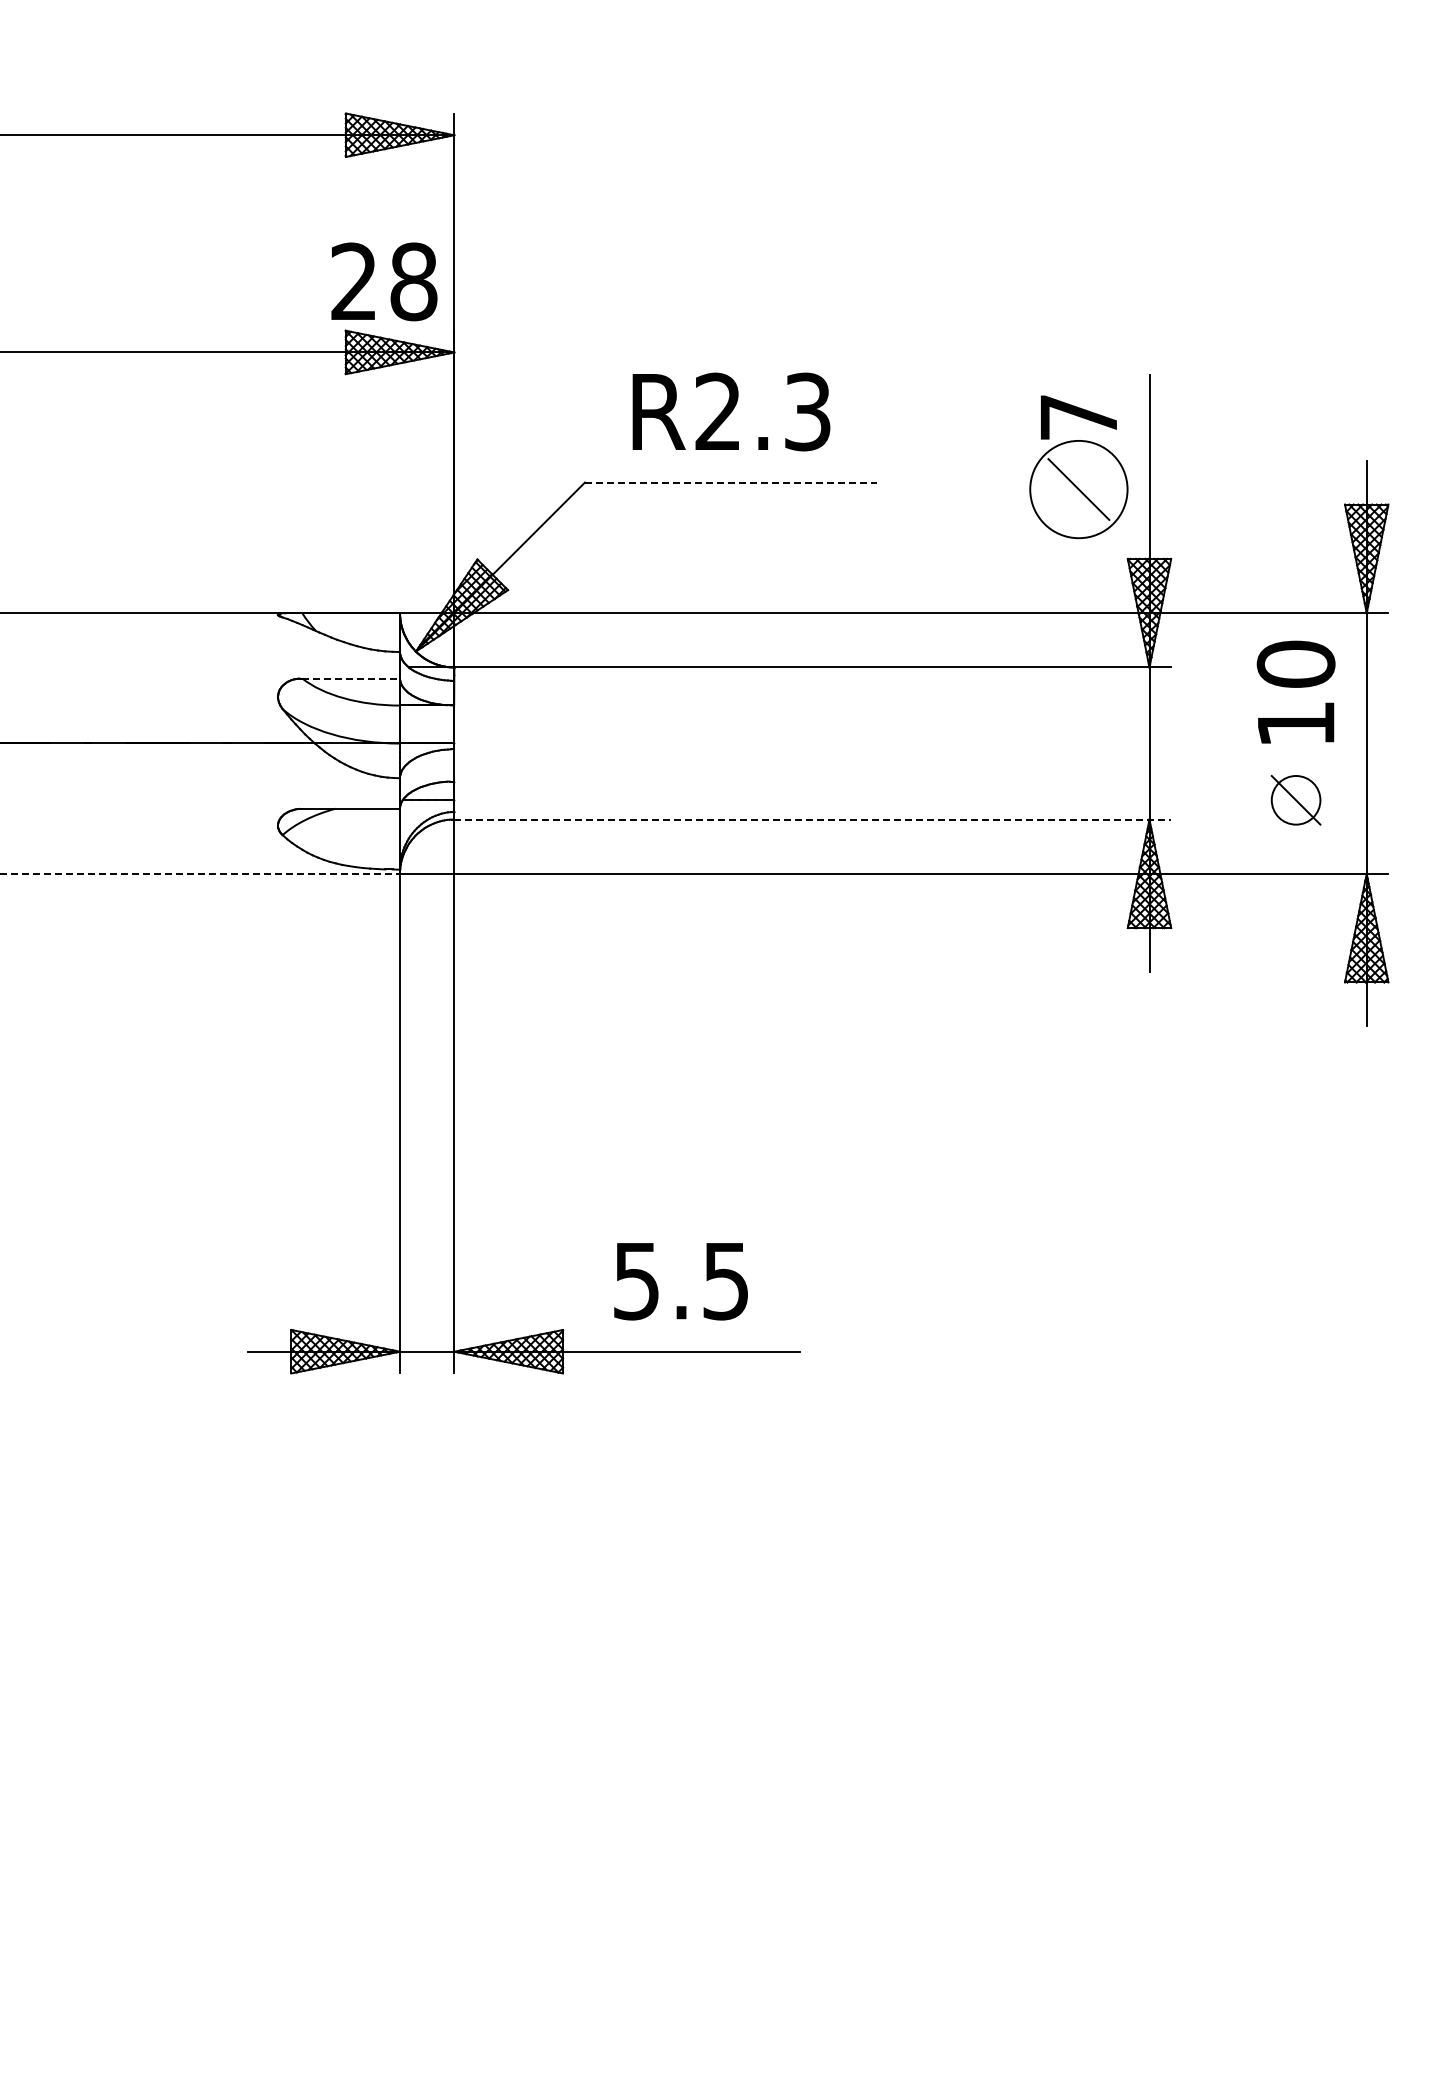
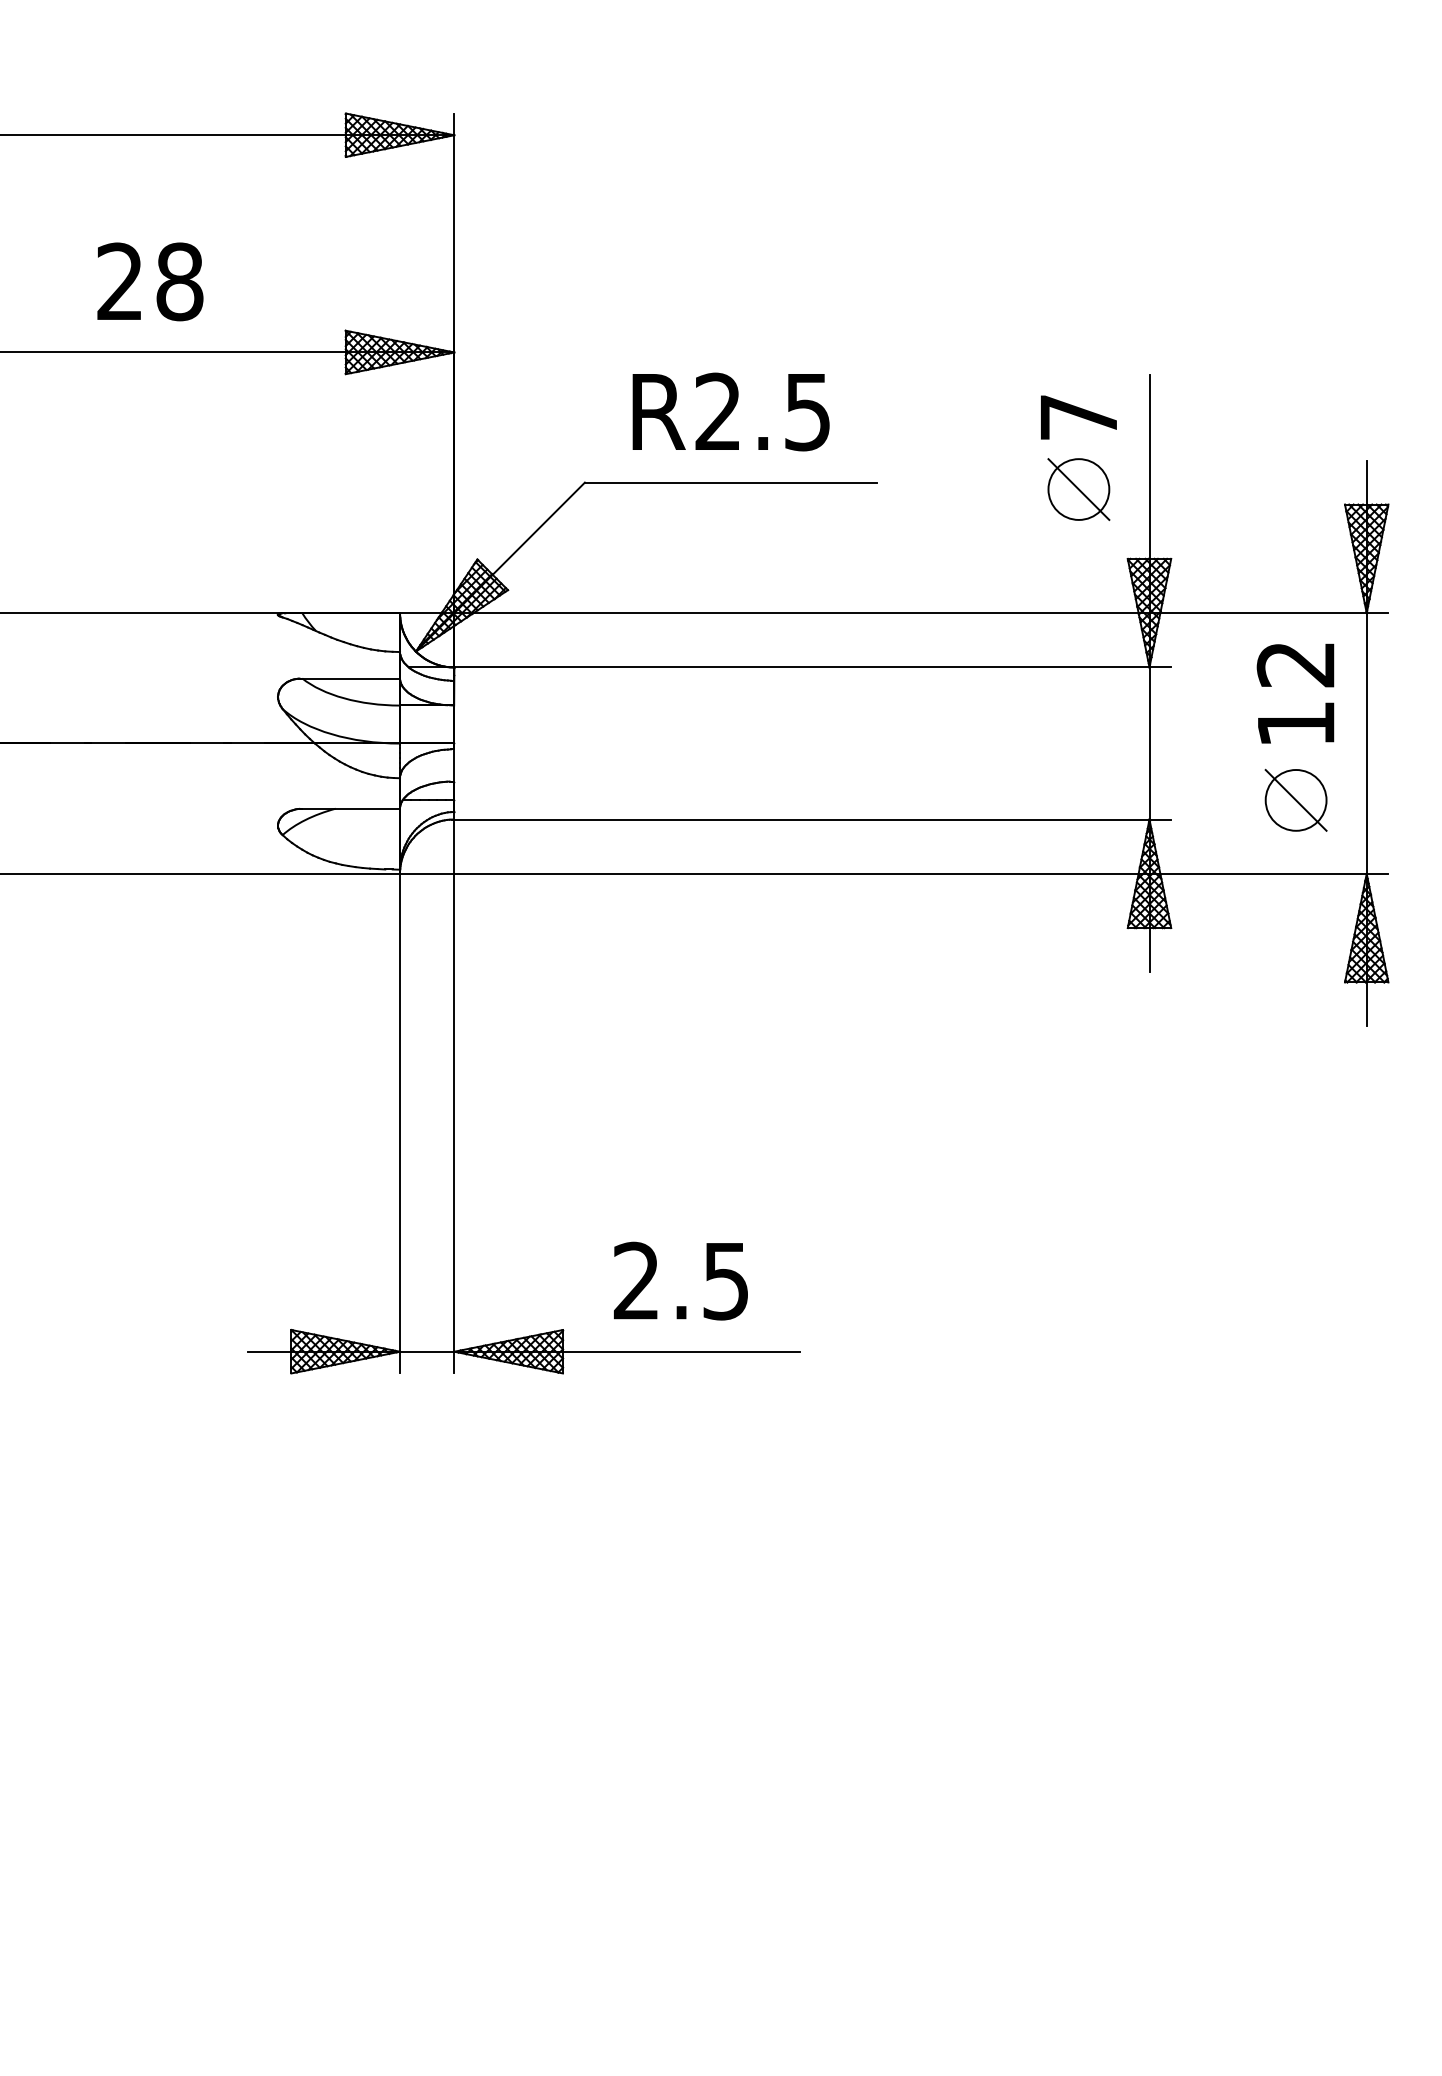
text at (384, 281) position: (384, 281) -> (150, 281)
text at (807, 411): R2.3 -> R2.5
line at (730, 482): dashed -> solid
circle at (1078, 489) diameter: 97 px -> 61 px
text at (1295, 663): 10 -> 12
line at (351, 678): dashed -> solid
part at (1295, 799) size: 52x52 px -> 64x64 px
line at (813, 819): dashed -> solid
line at (200, 873): dashed -> solid
text at (635, 1280): 5.5 -> 2.5
